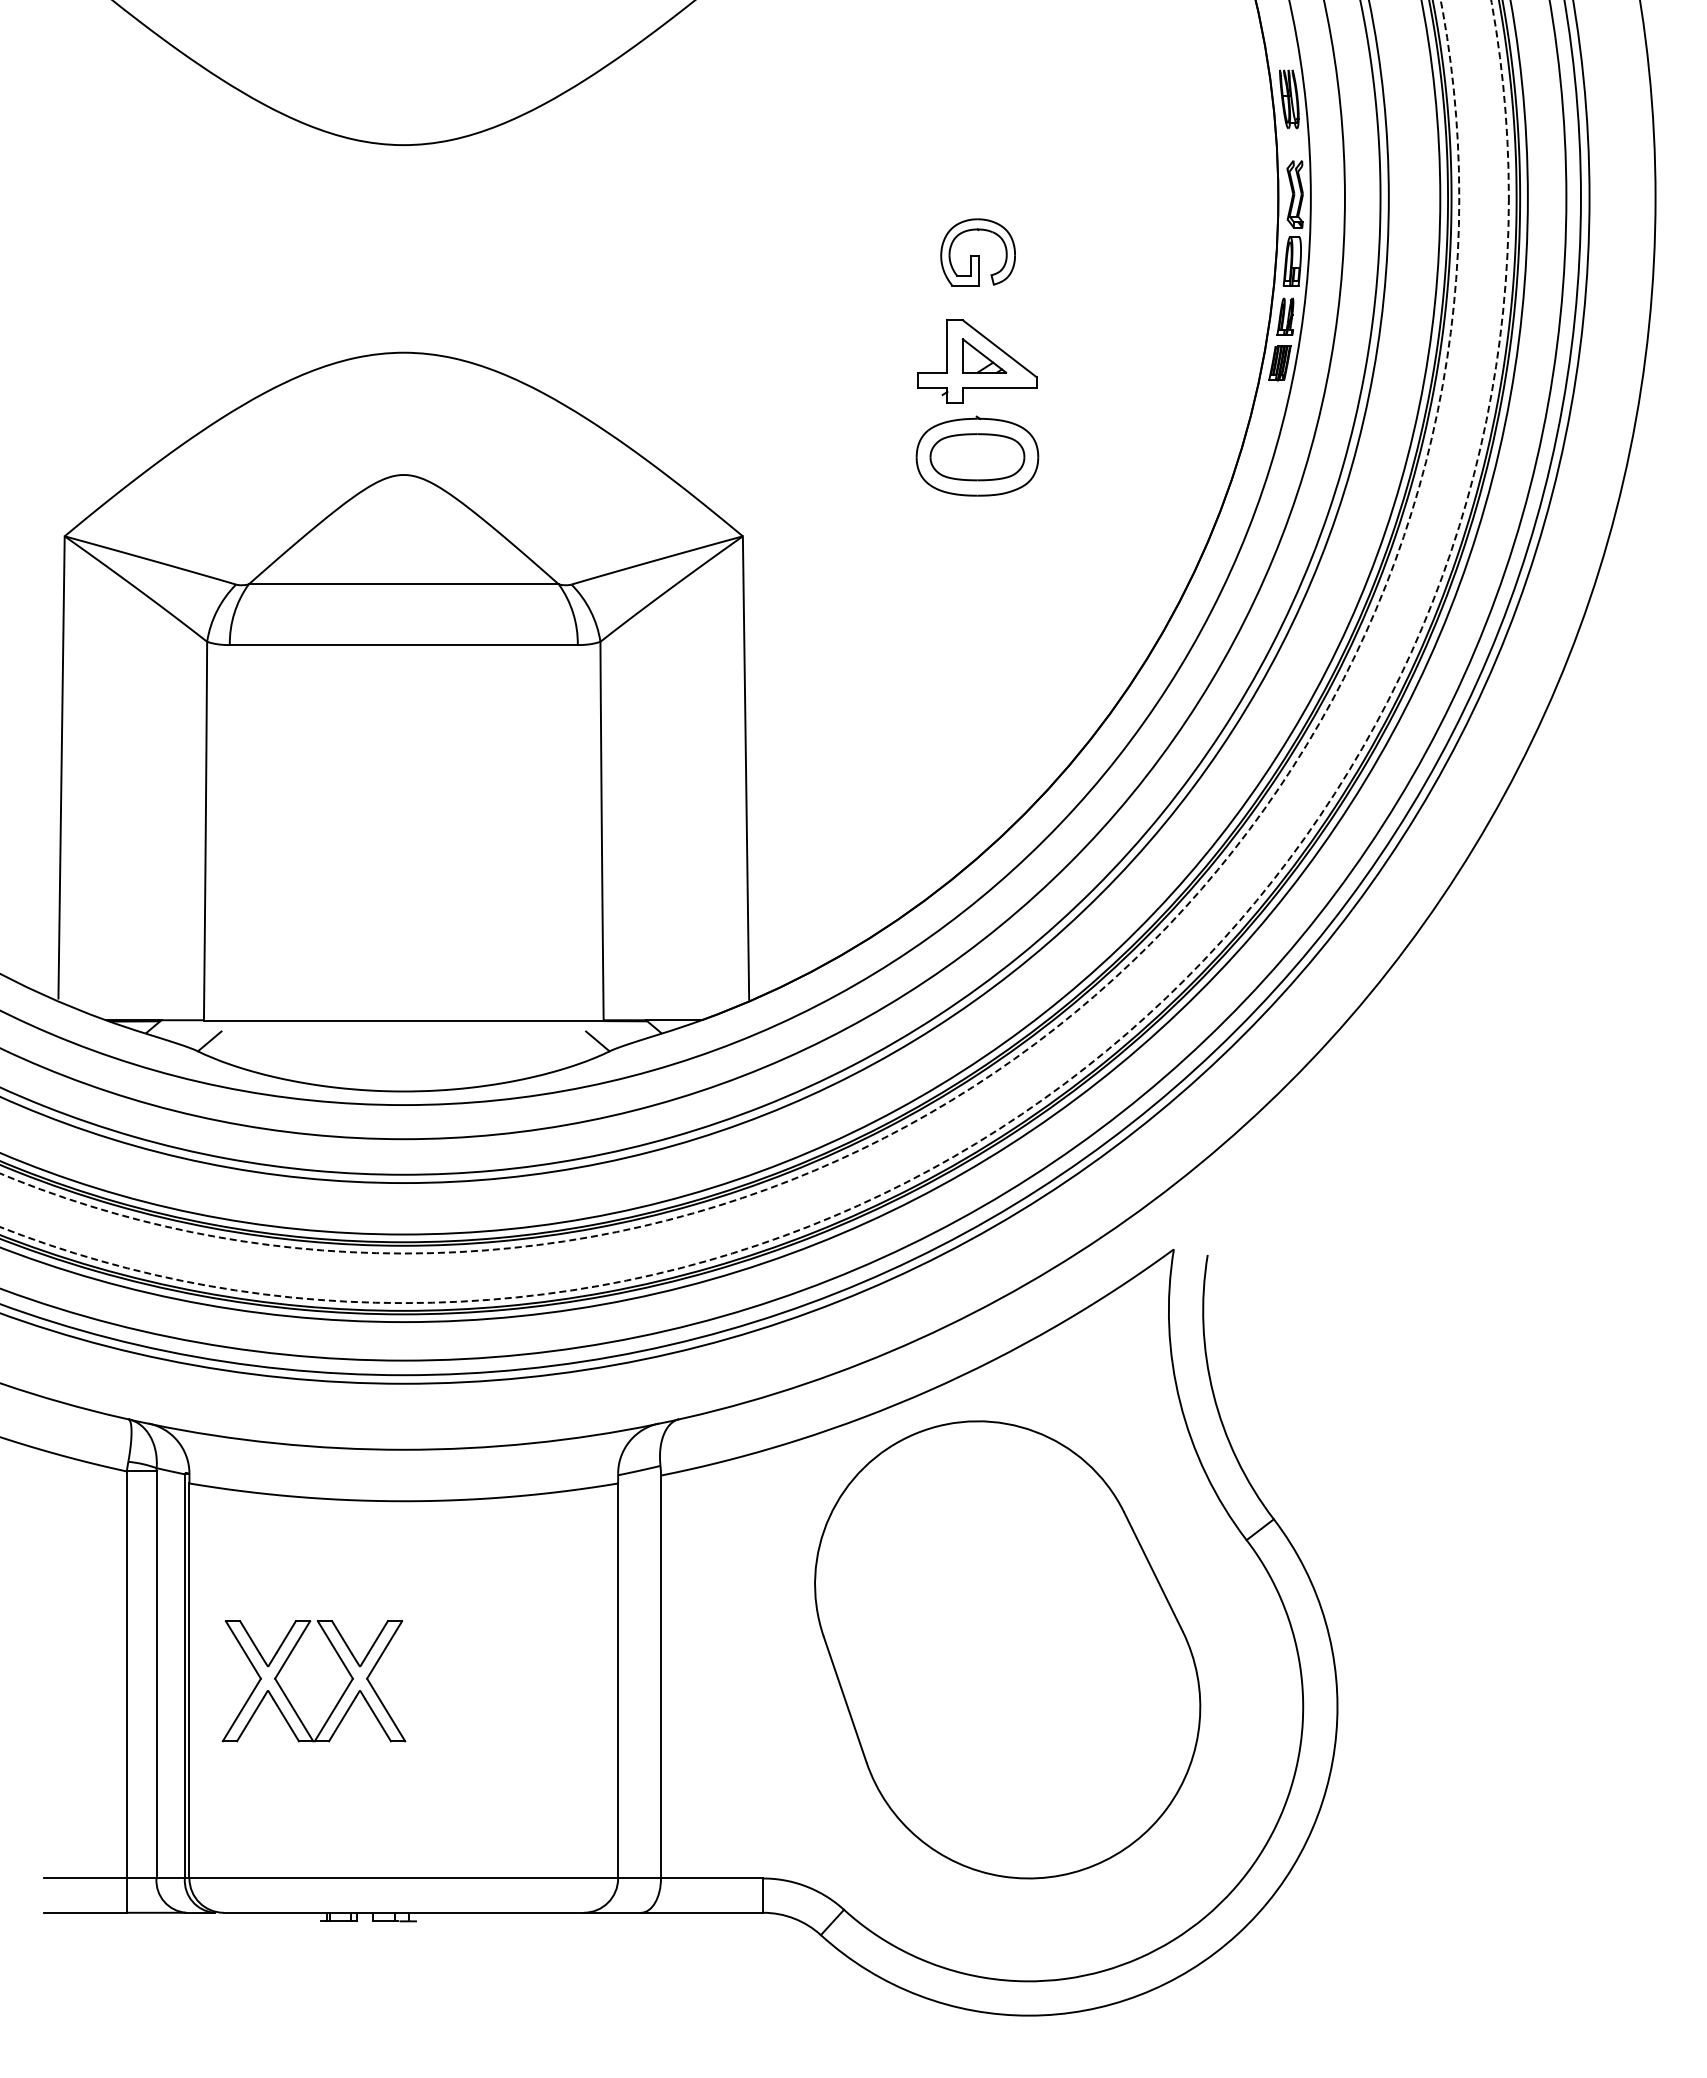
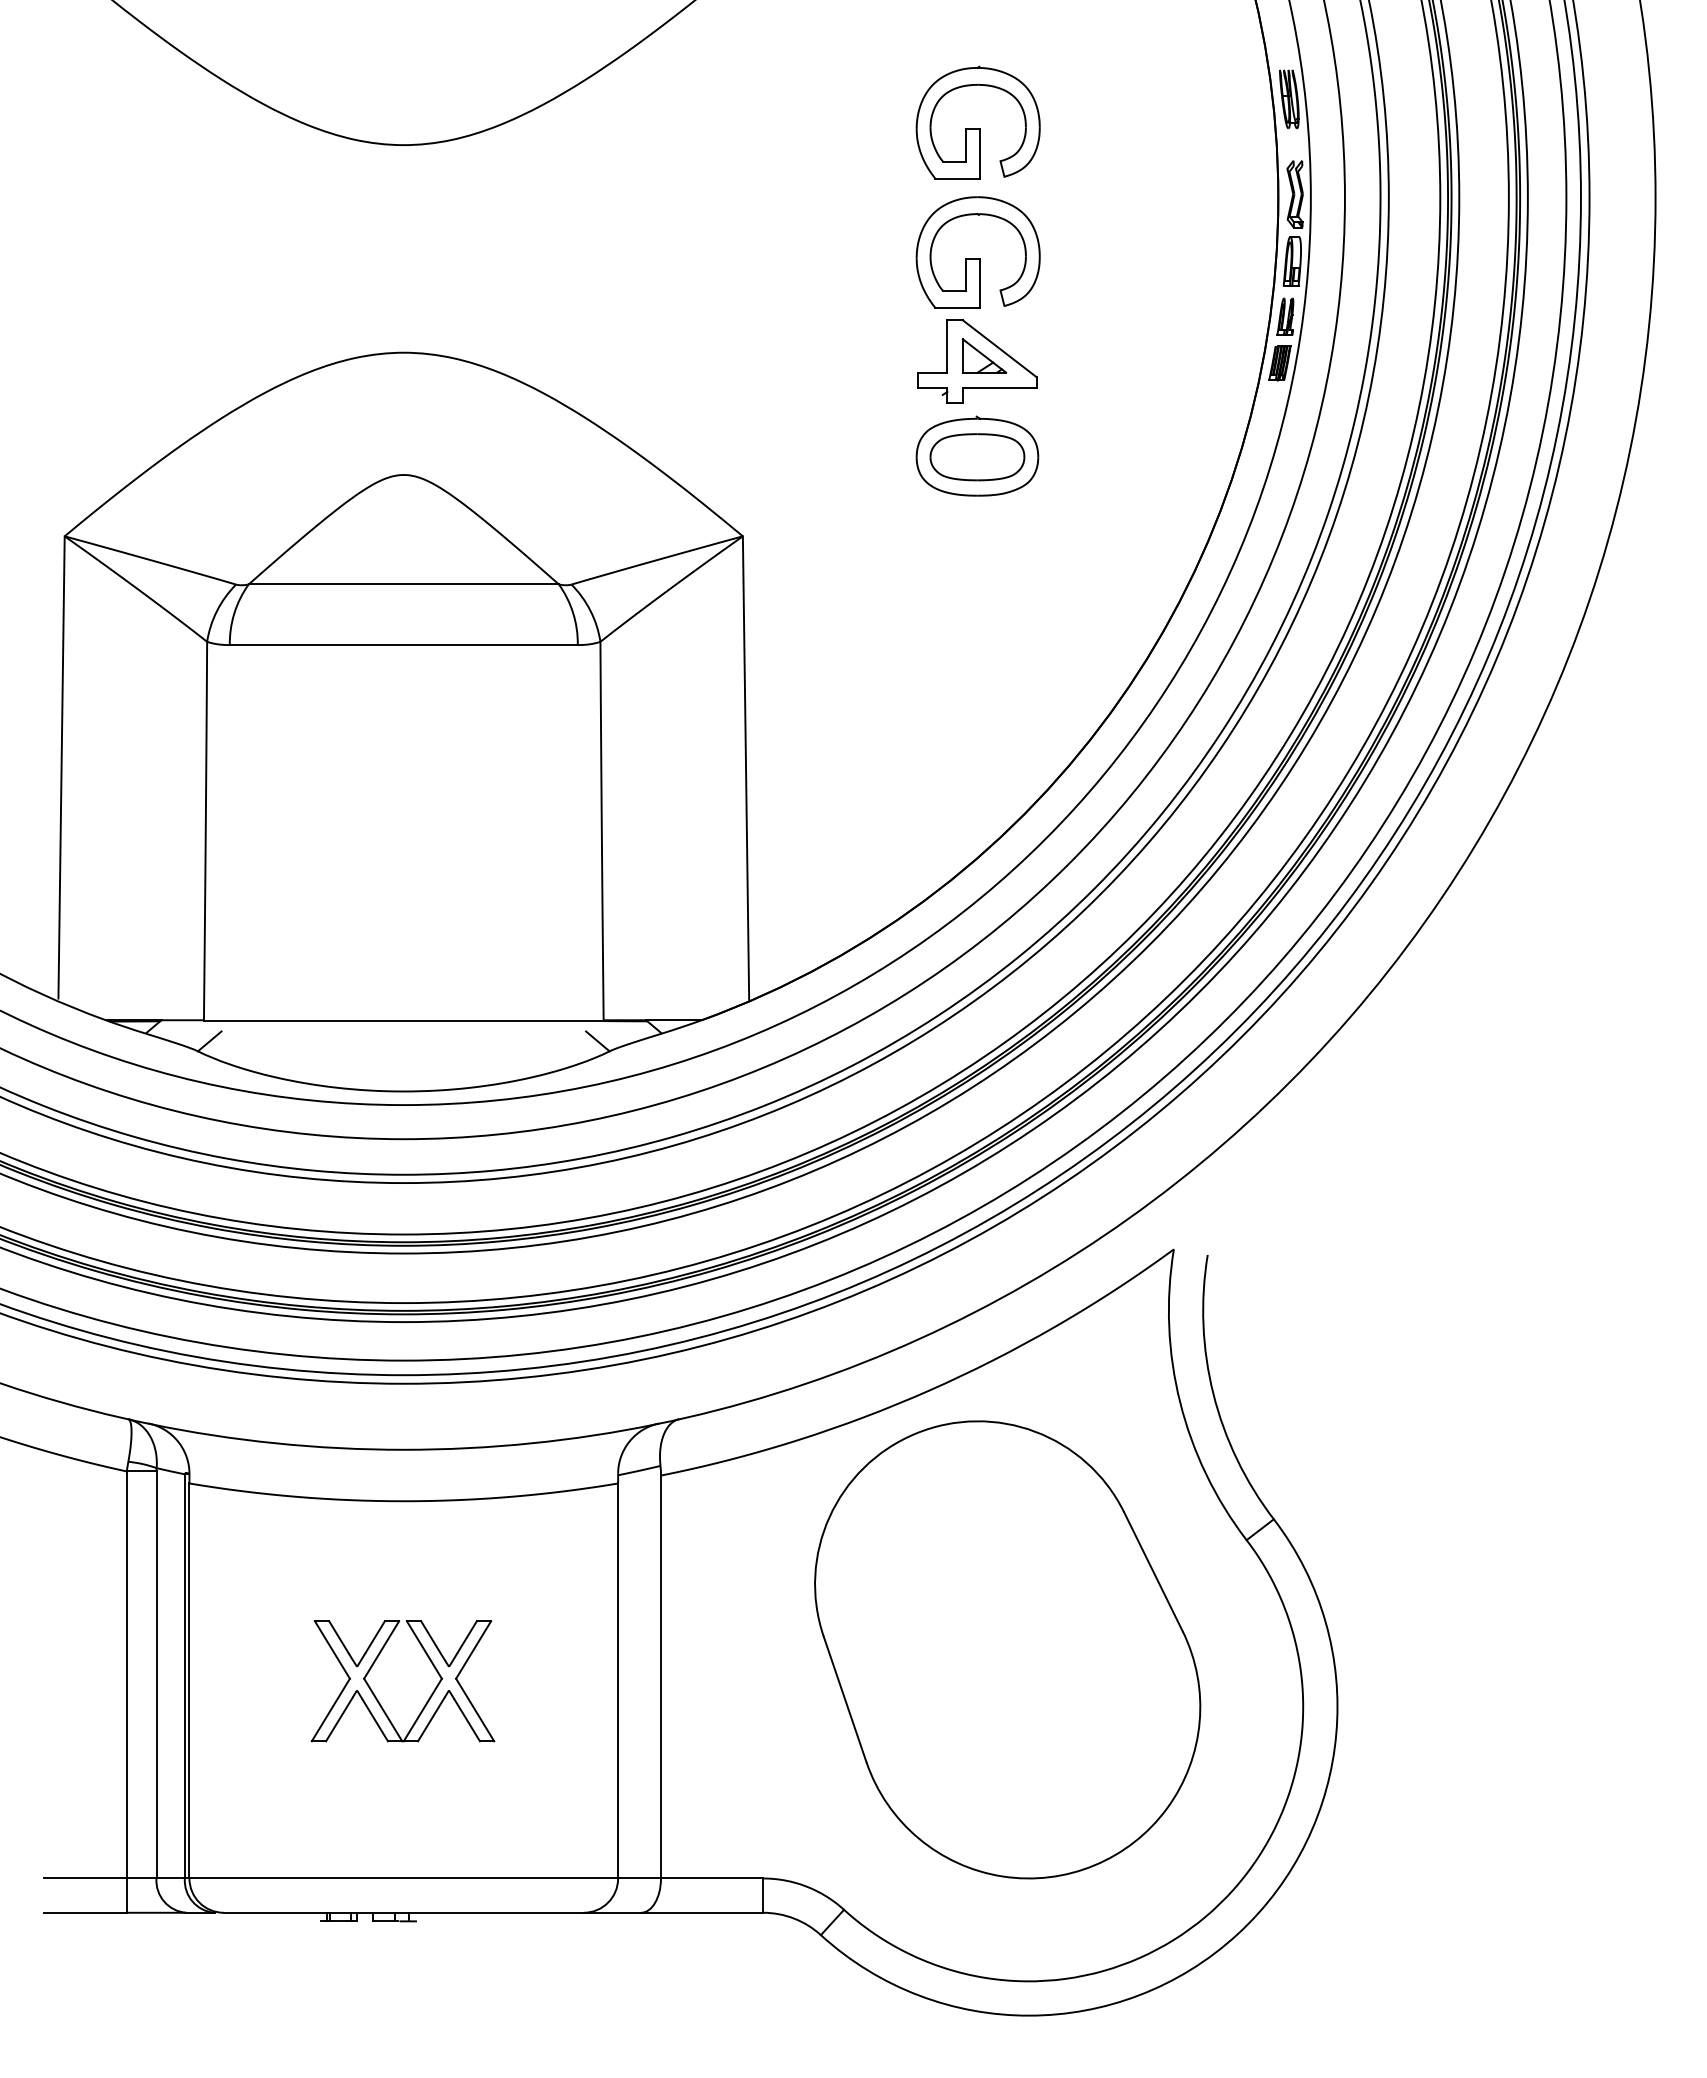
part at (977, 122): none -> present
part at (977, 252) size: 76x69 px -> 126x113 px
circle at (729, 626): dashed -> solid
circle at (754, 651): dashed -> solid
part at (287, 1696) position: (287, 1696) -> (376, 1696)
